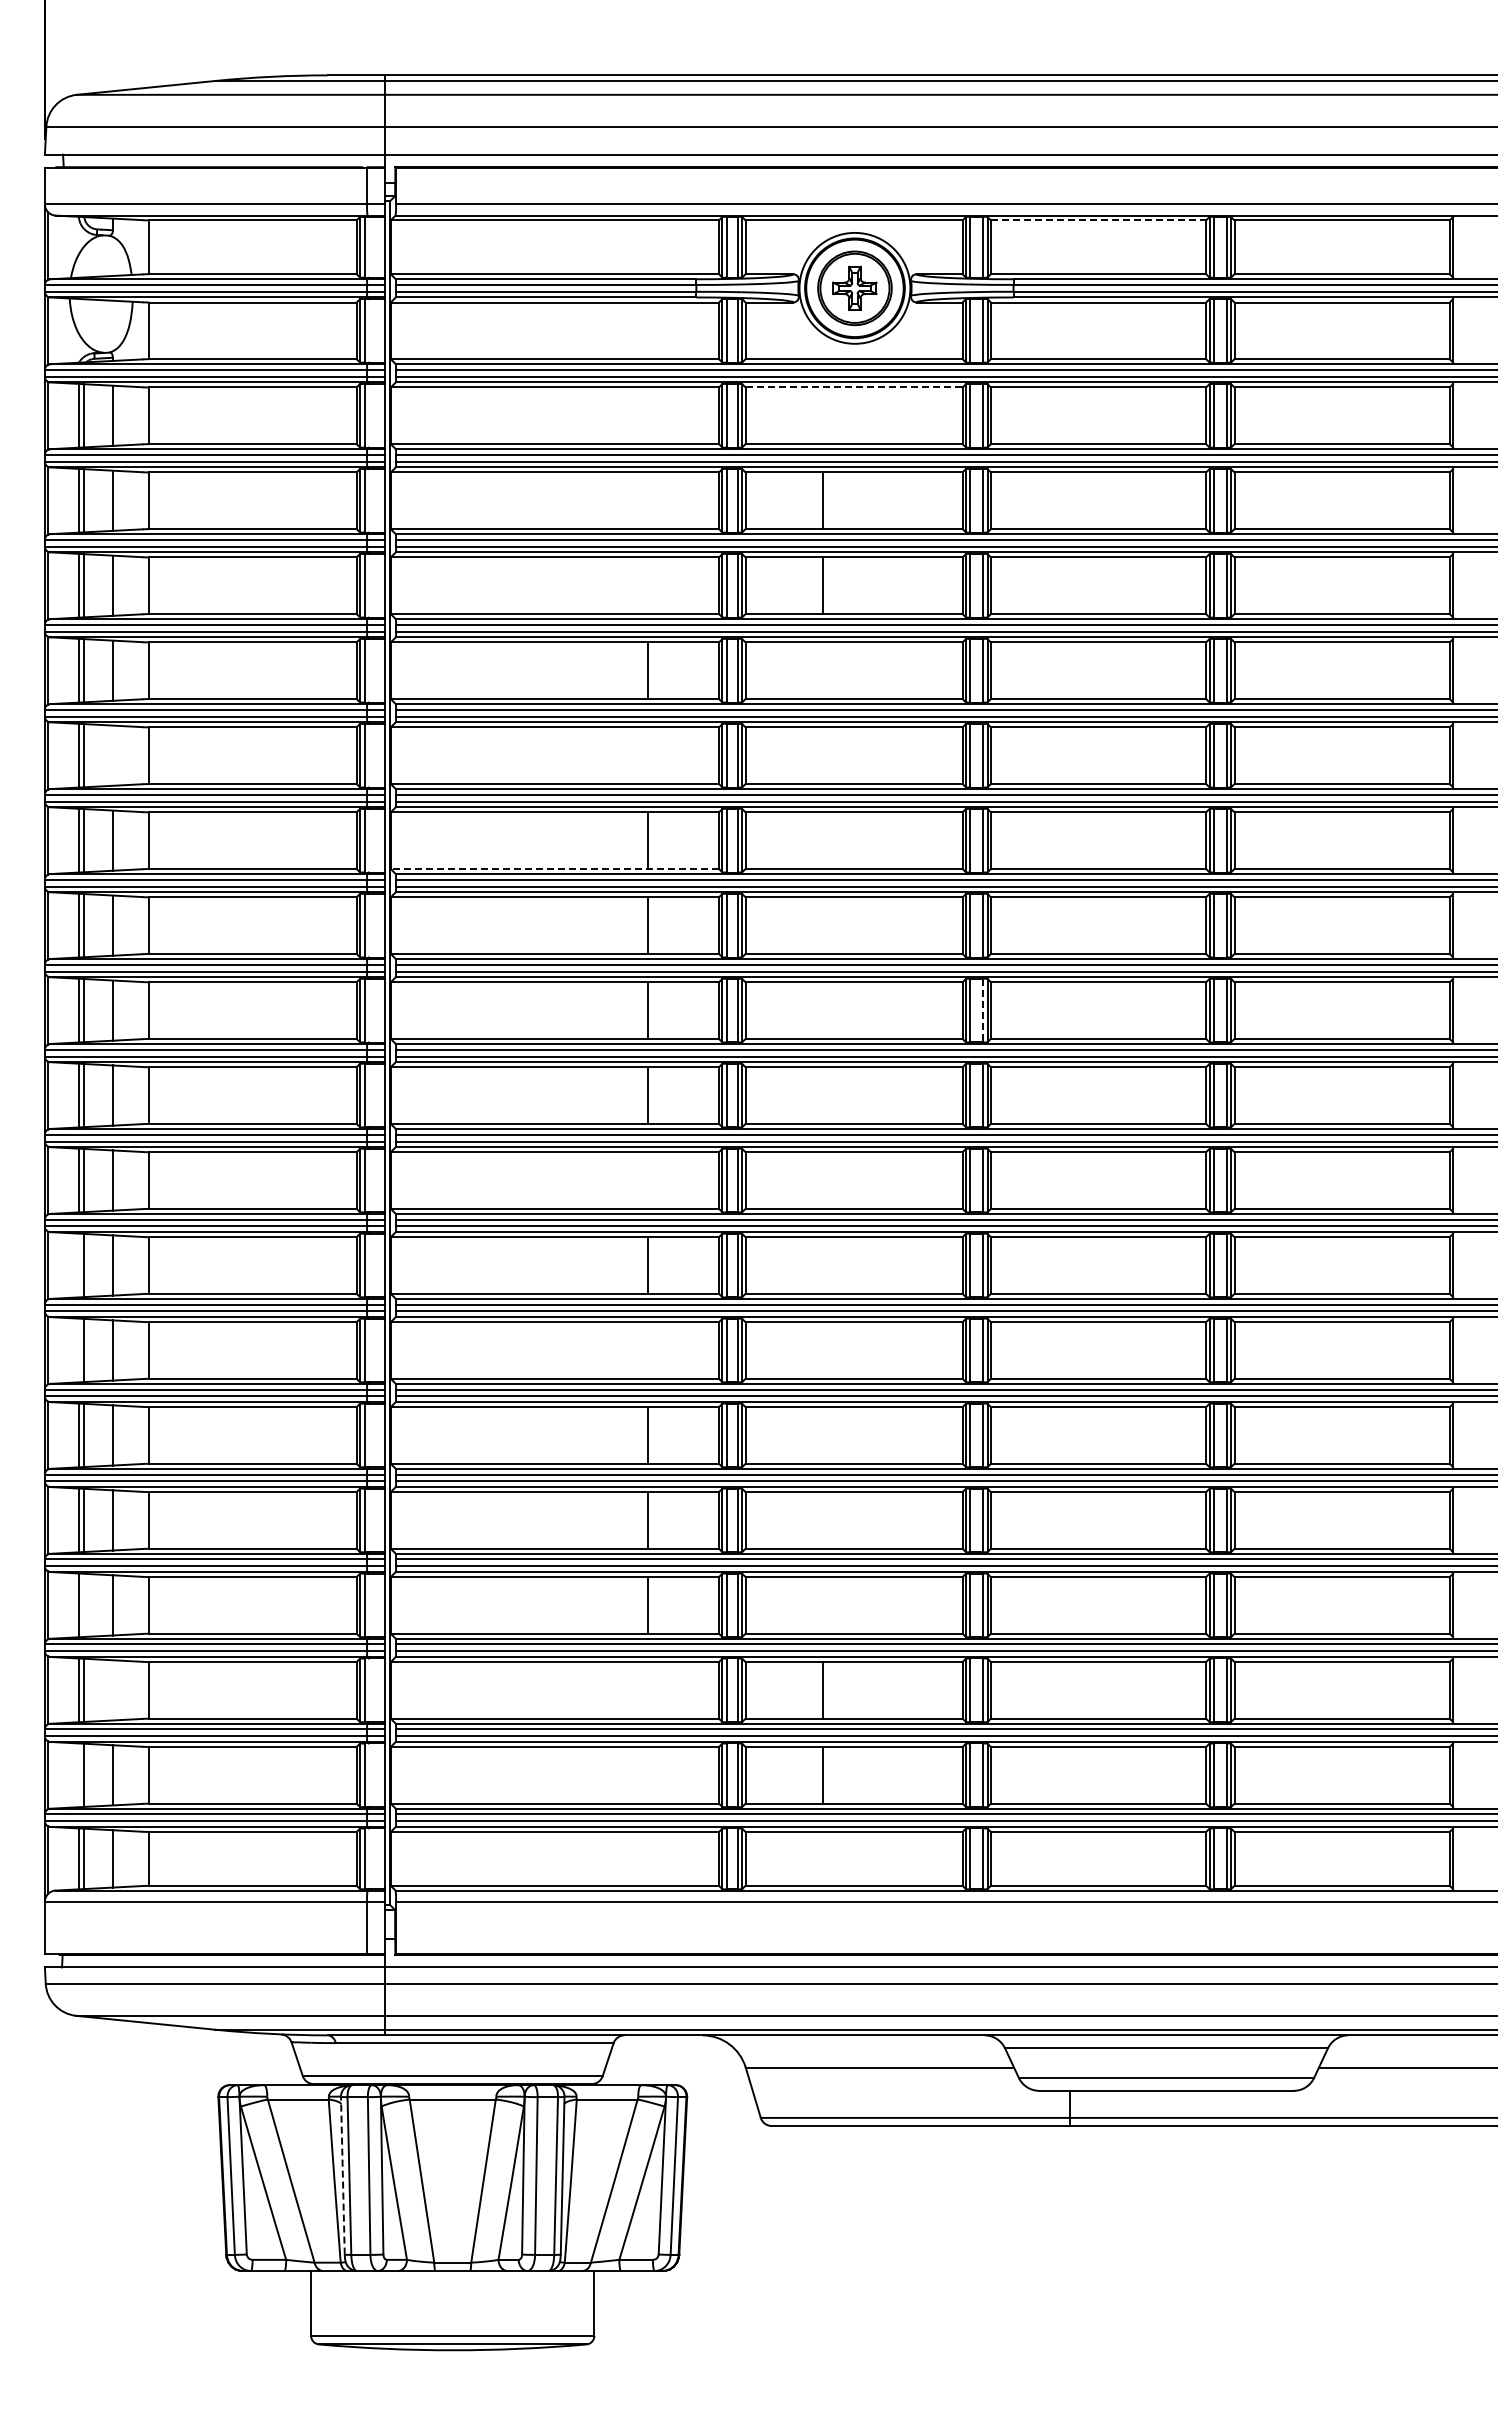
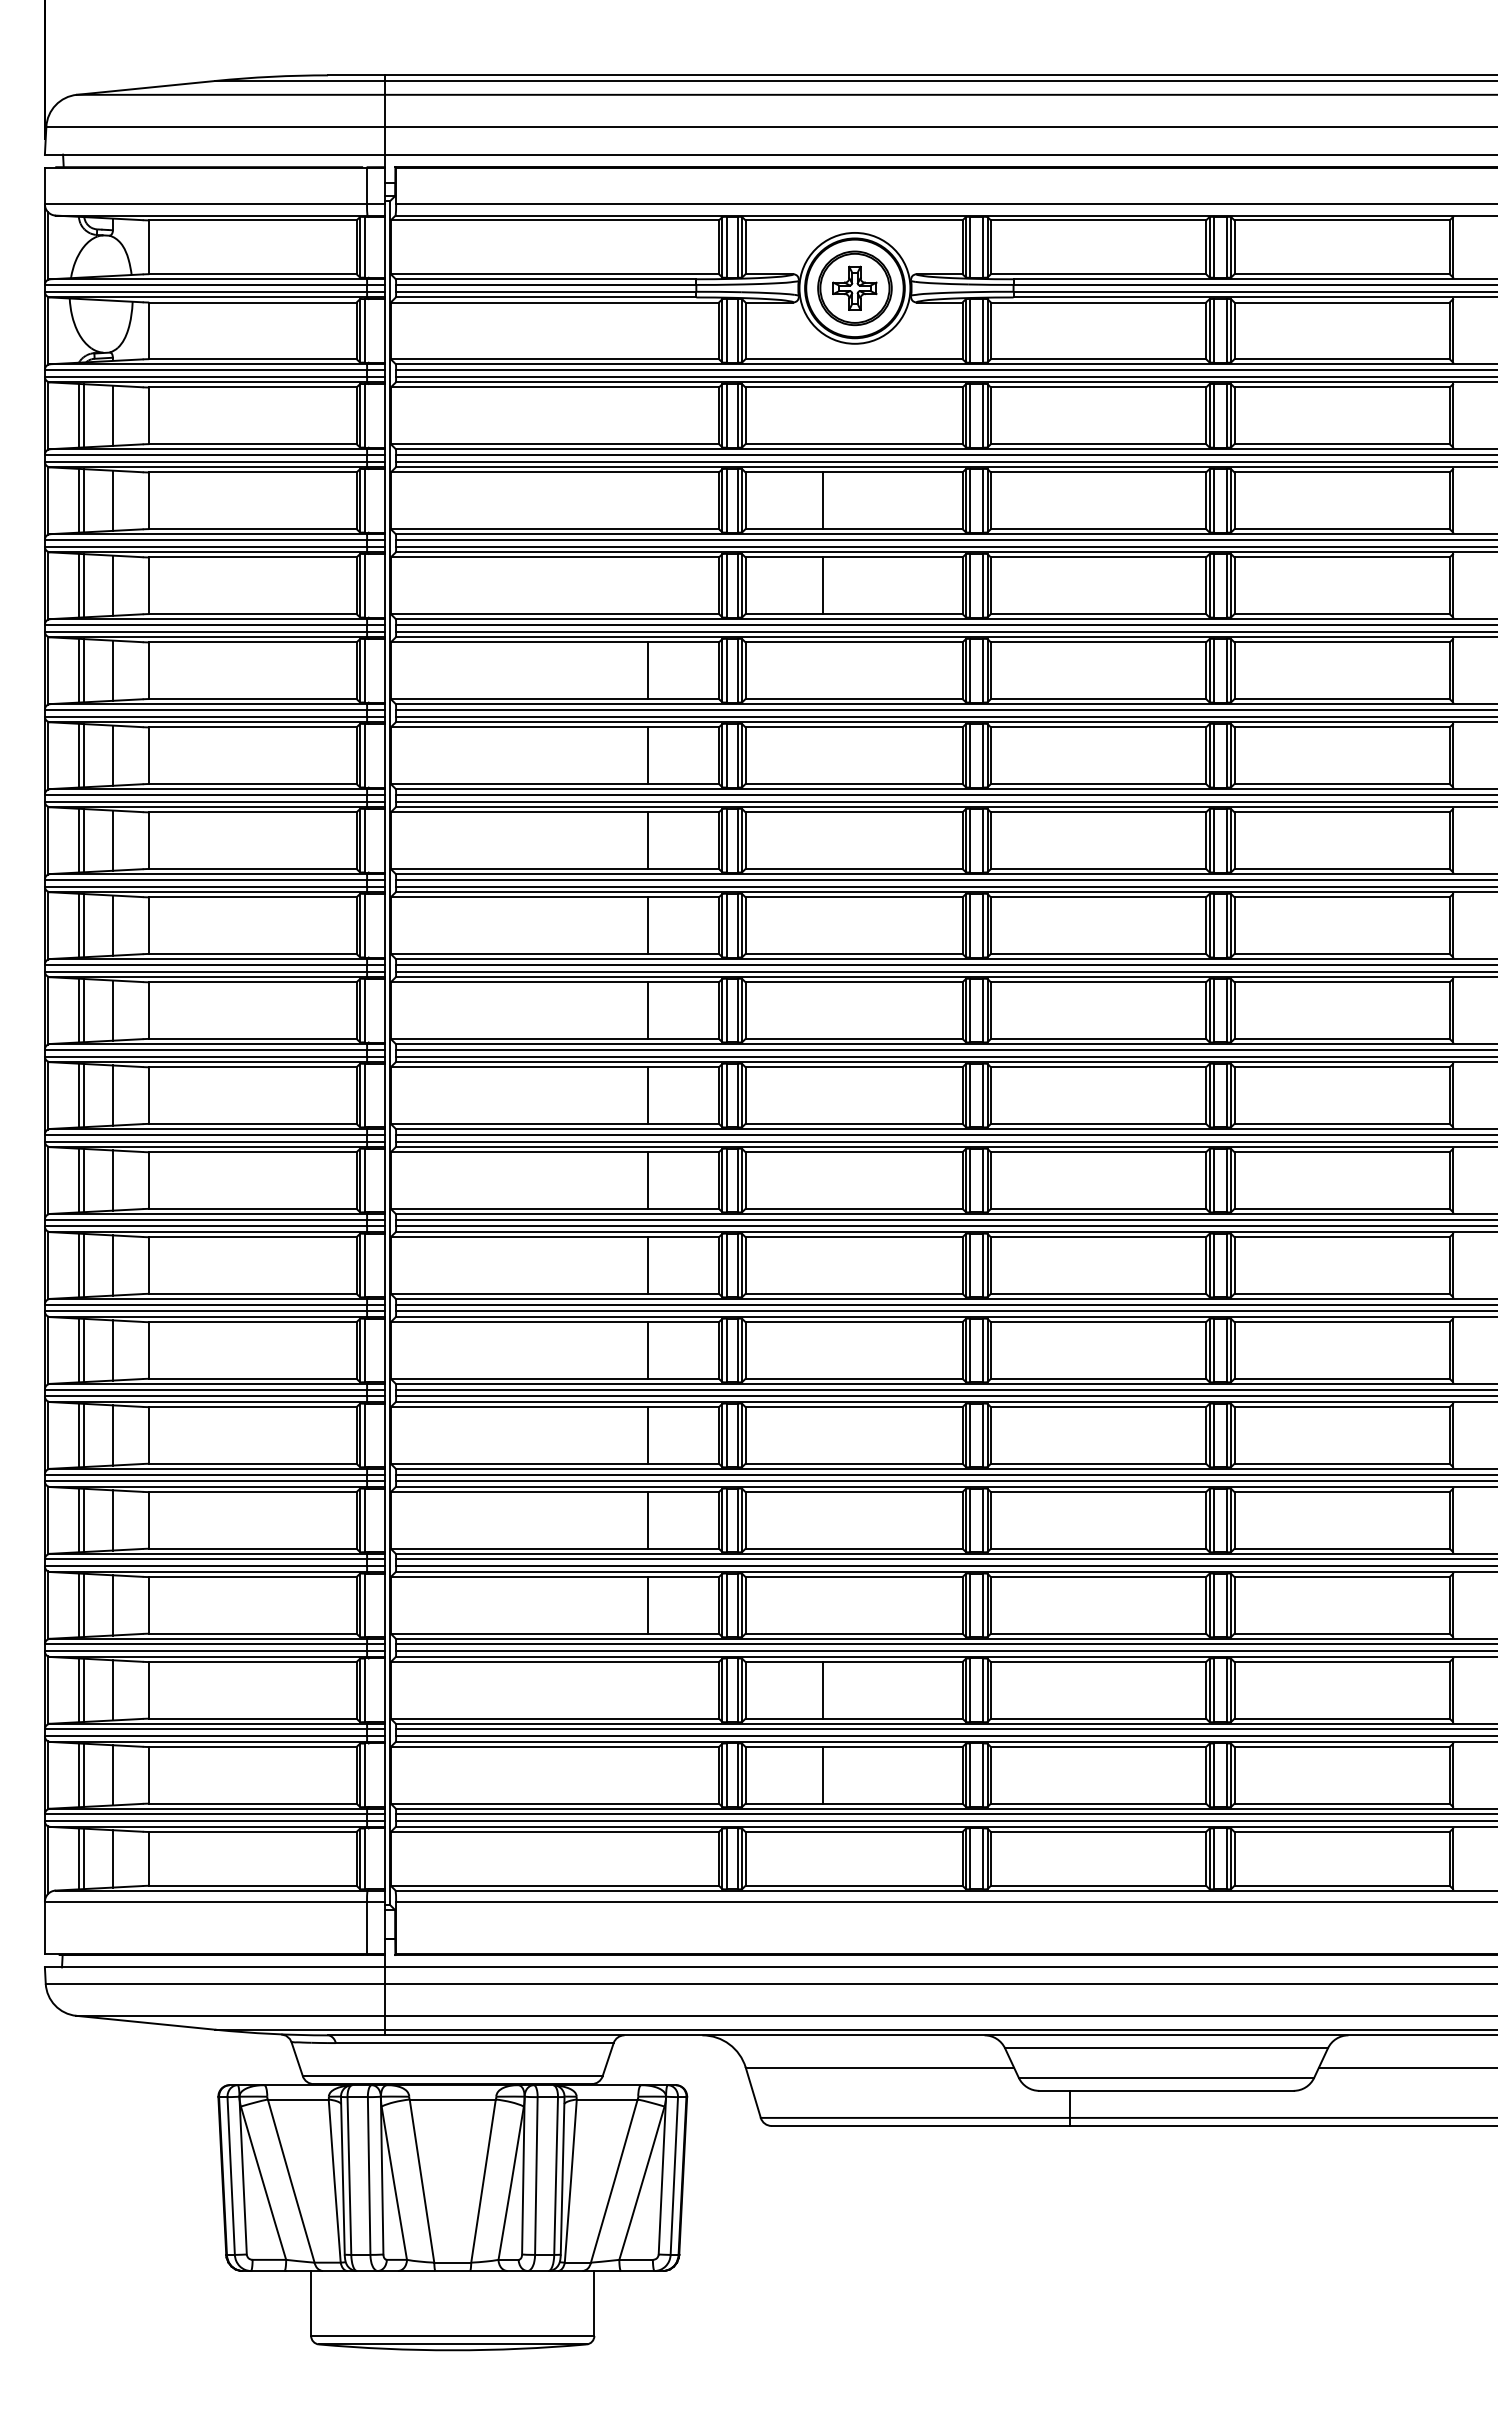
line at (1098, 220): dashed -> solid
line at (854, 387): dashed -> solid
line at (112, 755): none -> present
line at (648, 755): none -> present
line at (554, 869): dashed -> solid
line at (983, 1010): dashed -> solid
line at (648, 1180): none -> present
line at (78, 1265): none -> present
line at (78, 1350): none -> present
line at (648, 1350): none -> present
line at (84, 1605): none -> present
line at (112, 1690): none -> present
line at (78, 1775): none -> present
line at (342, 2175): dashed -> solid
